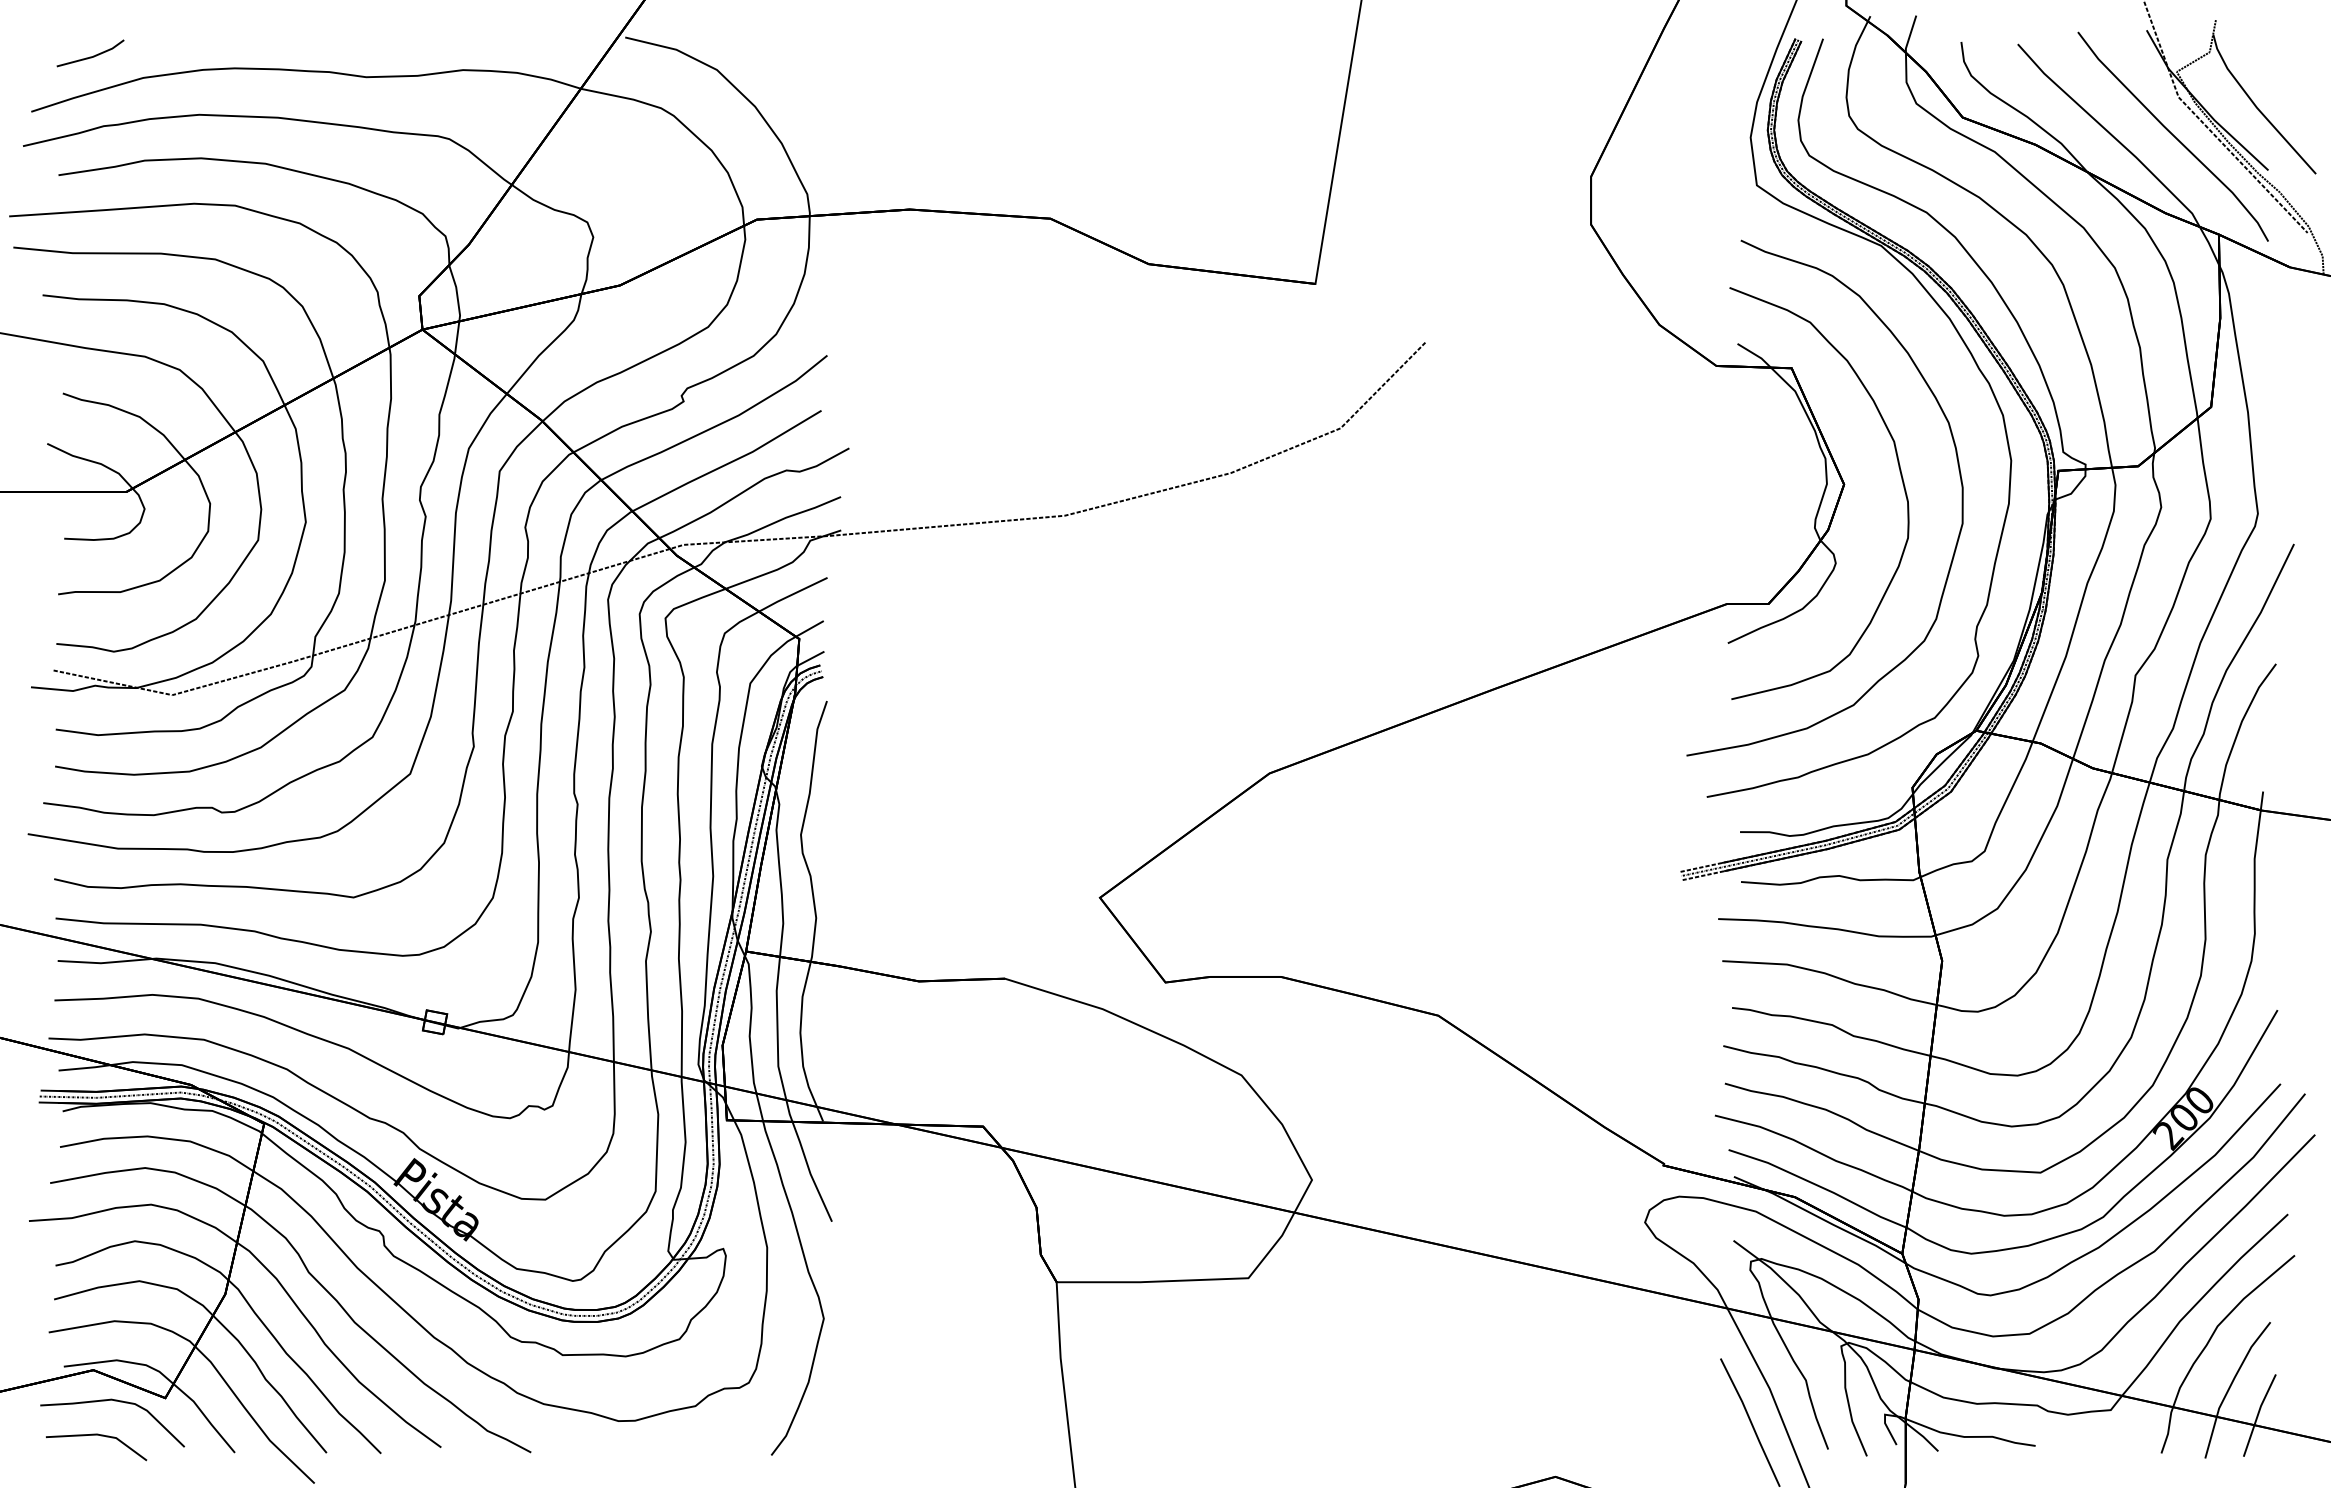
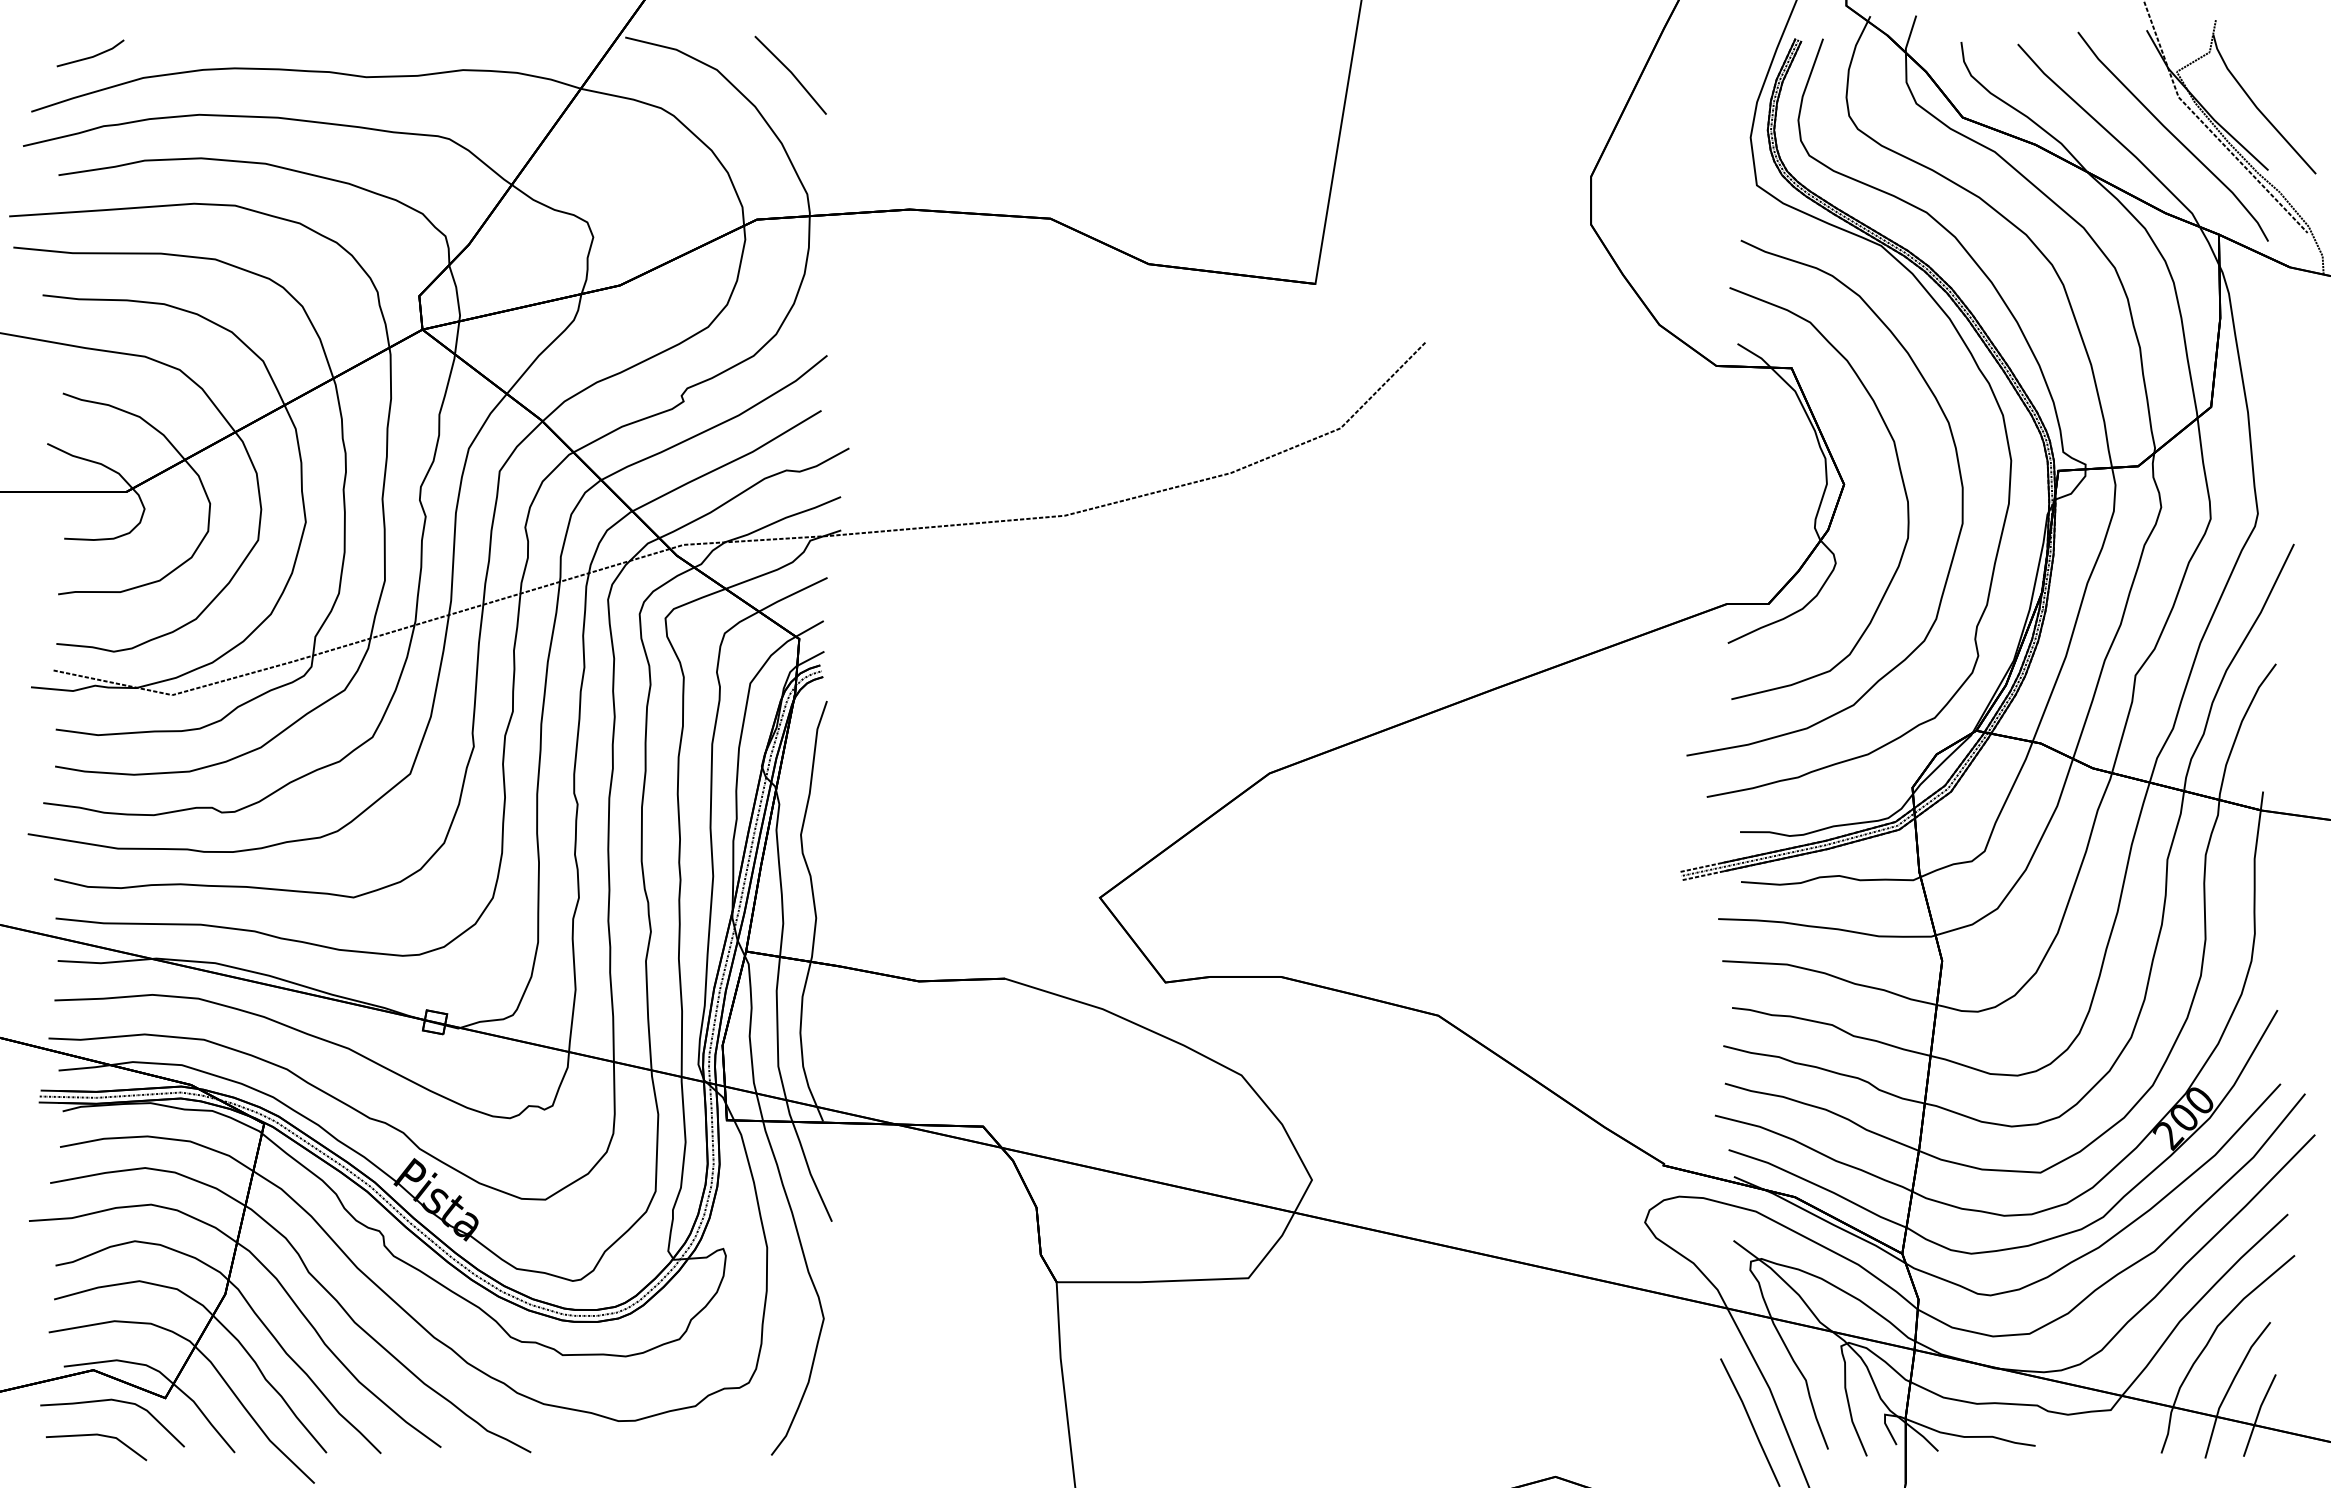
line at (790, 73): none -> present
